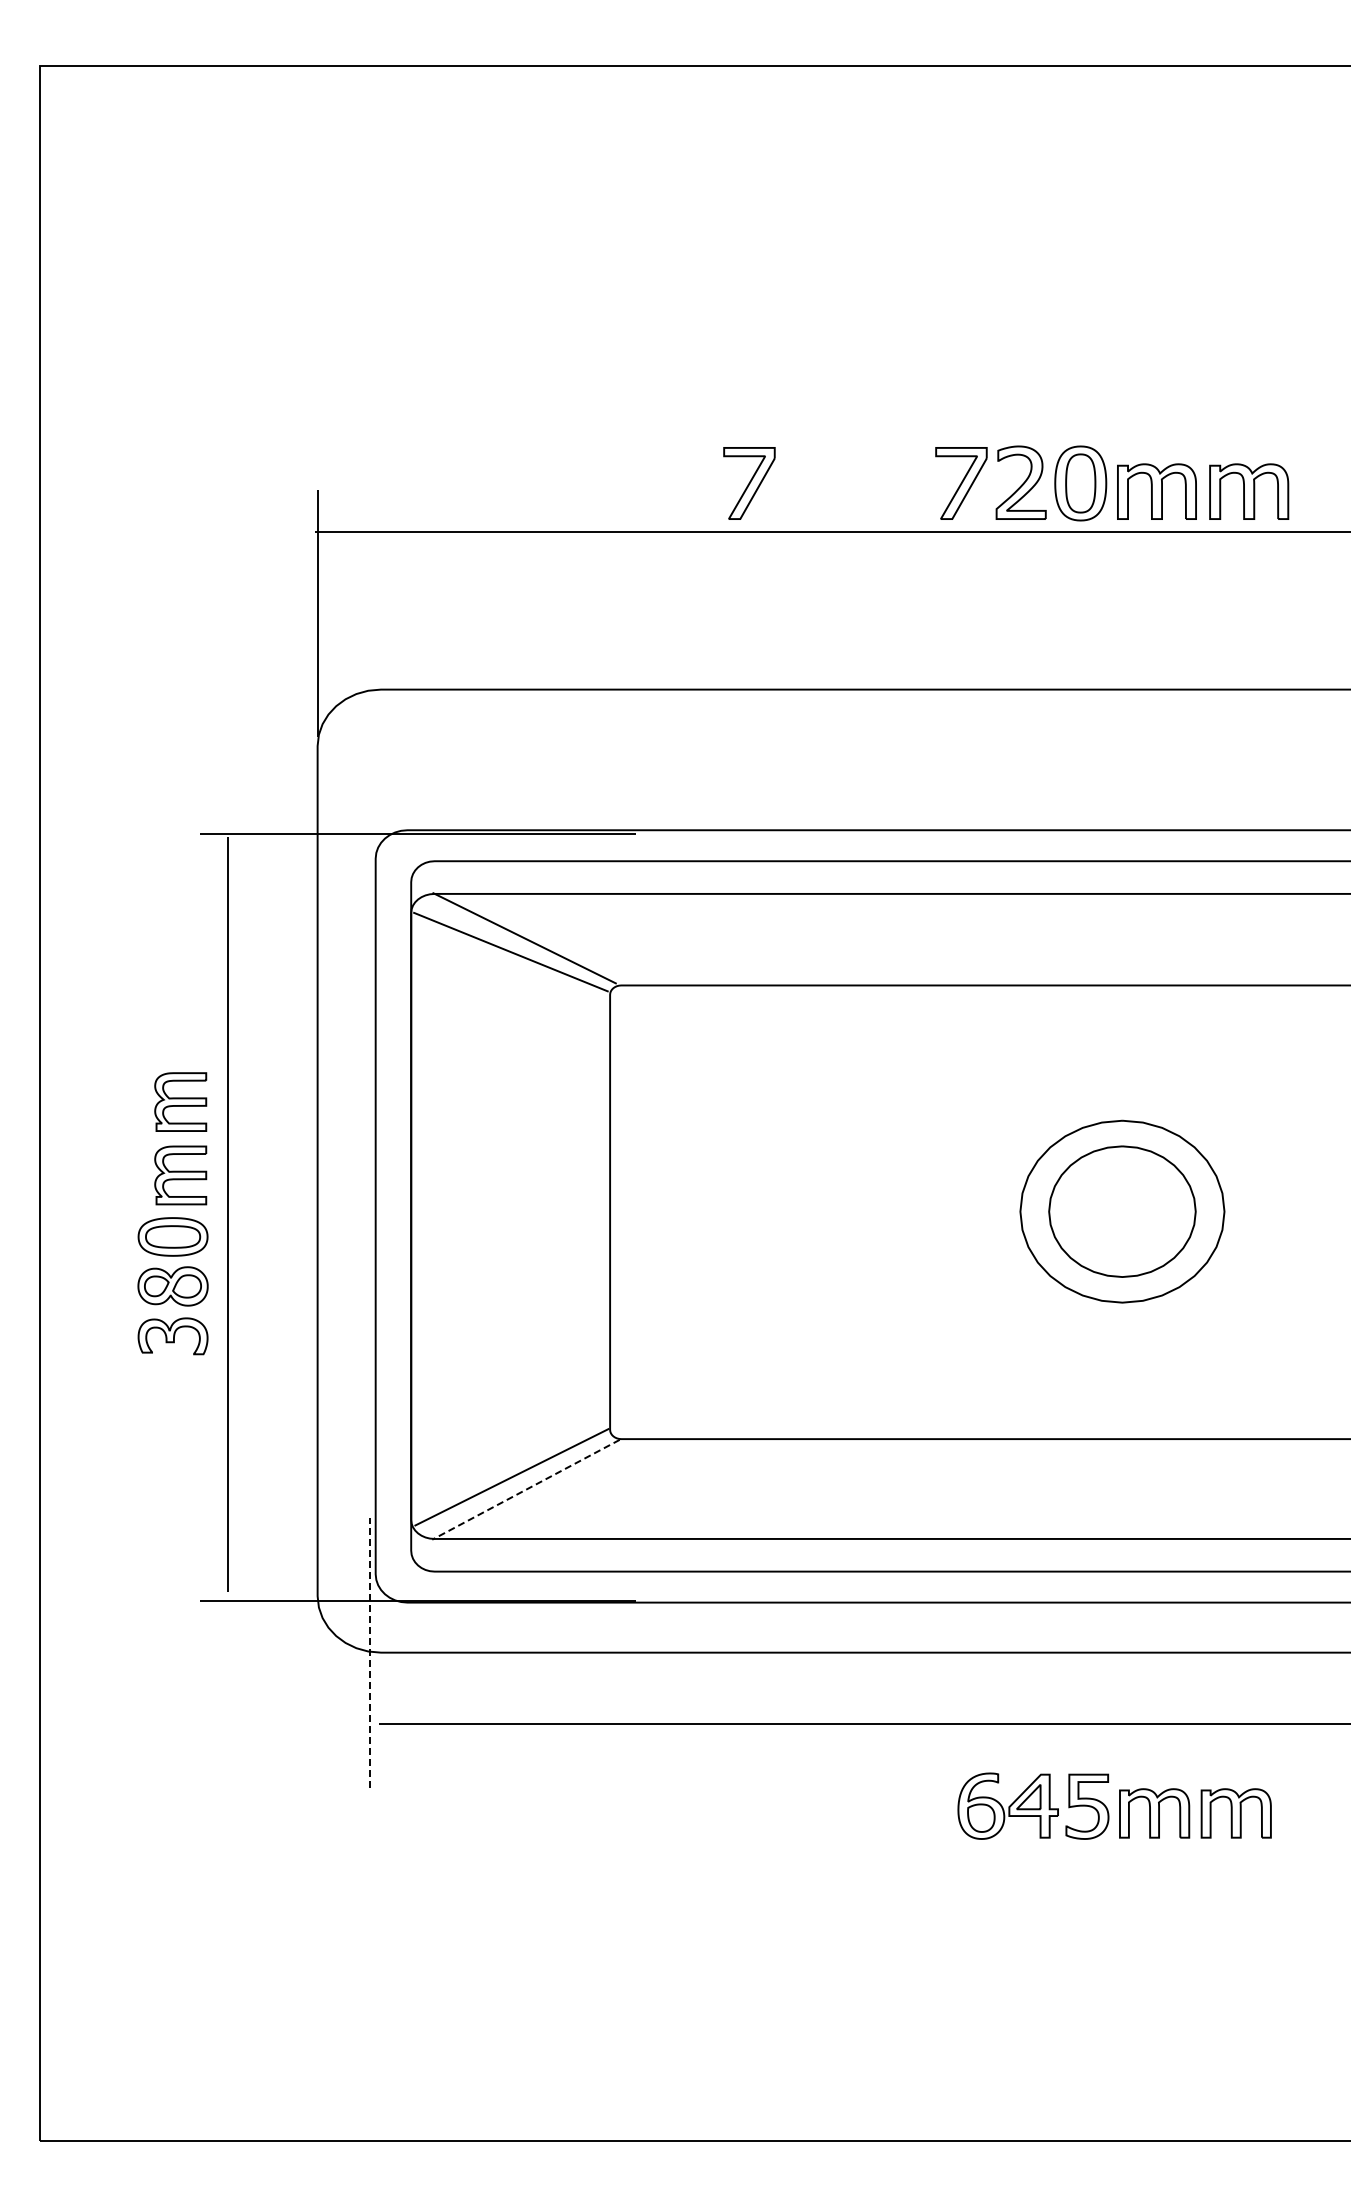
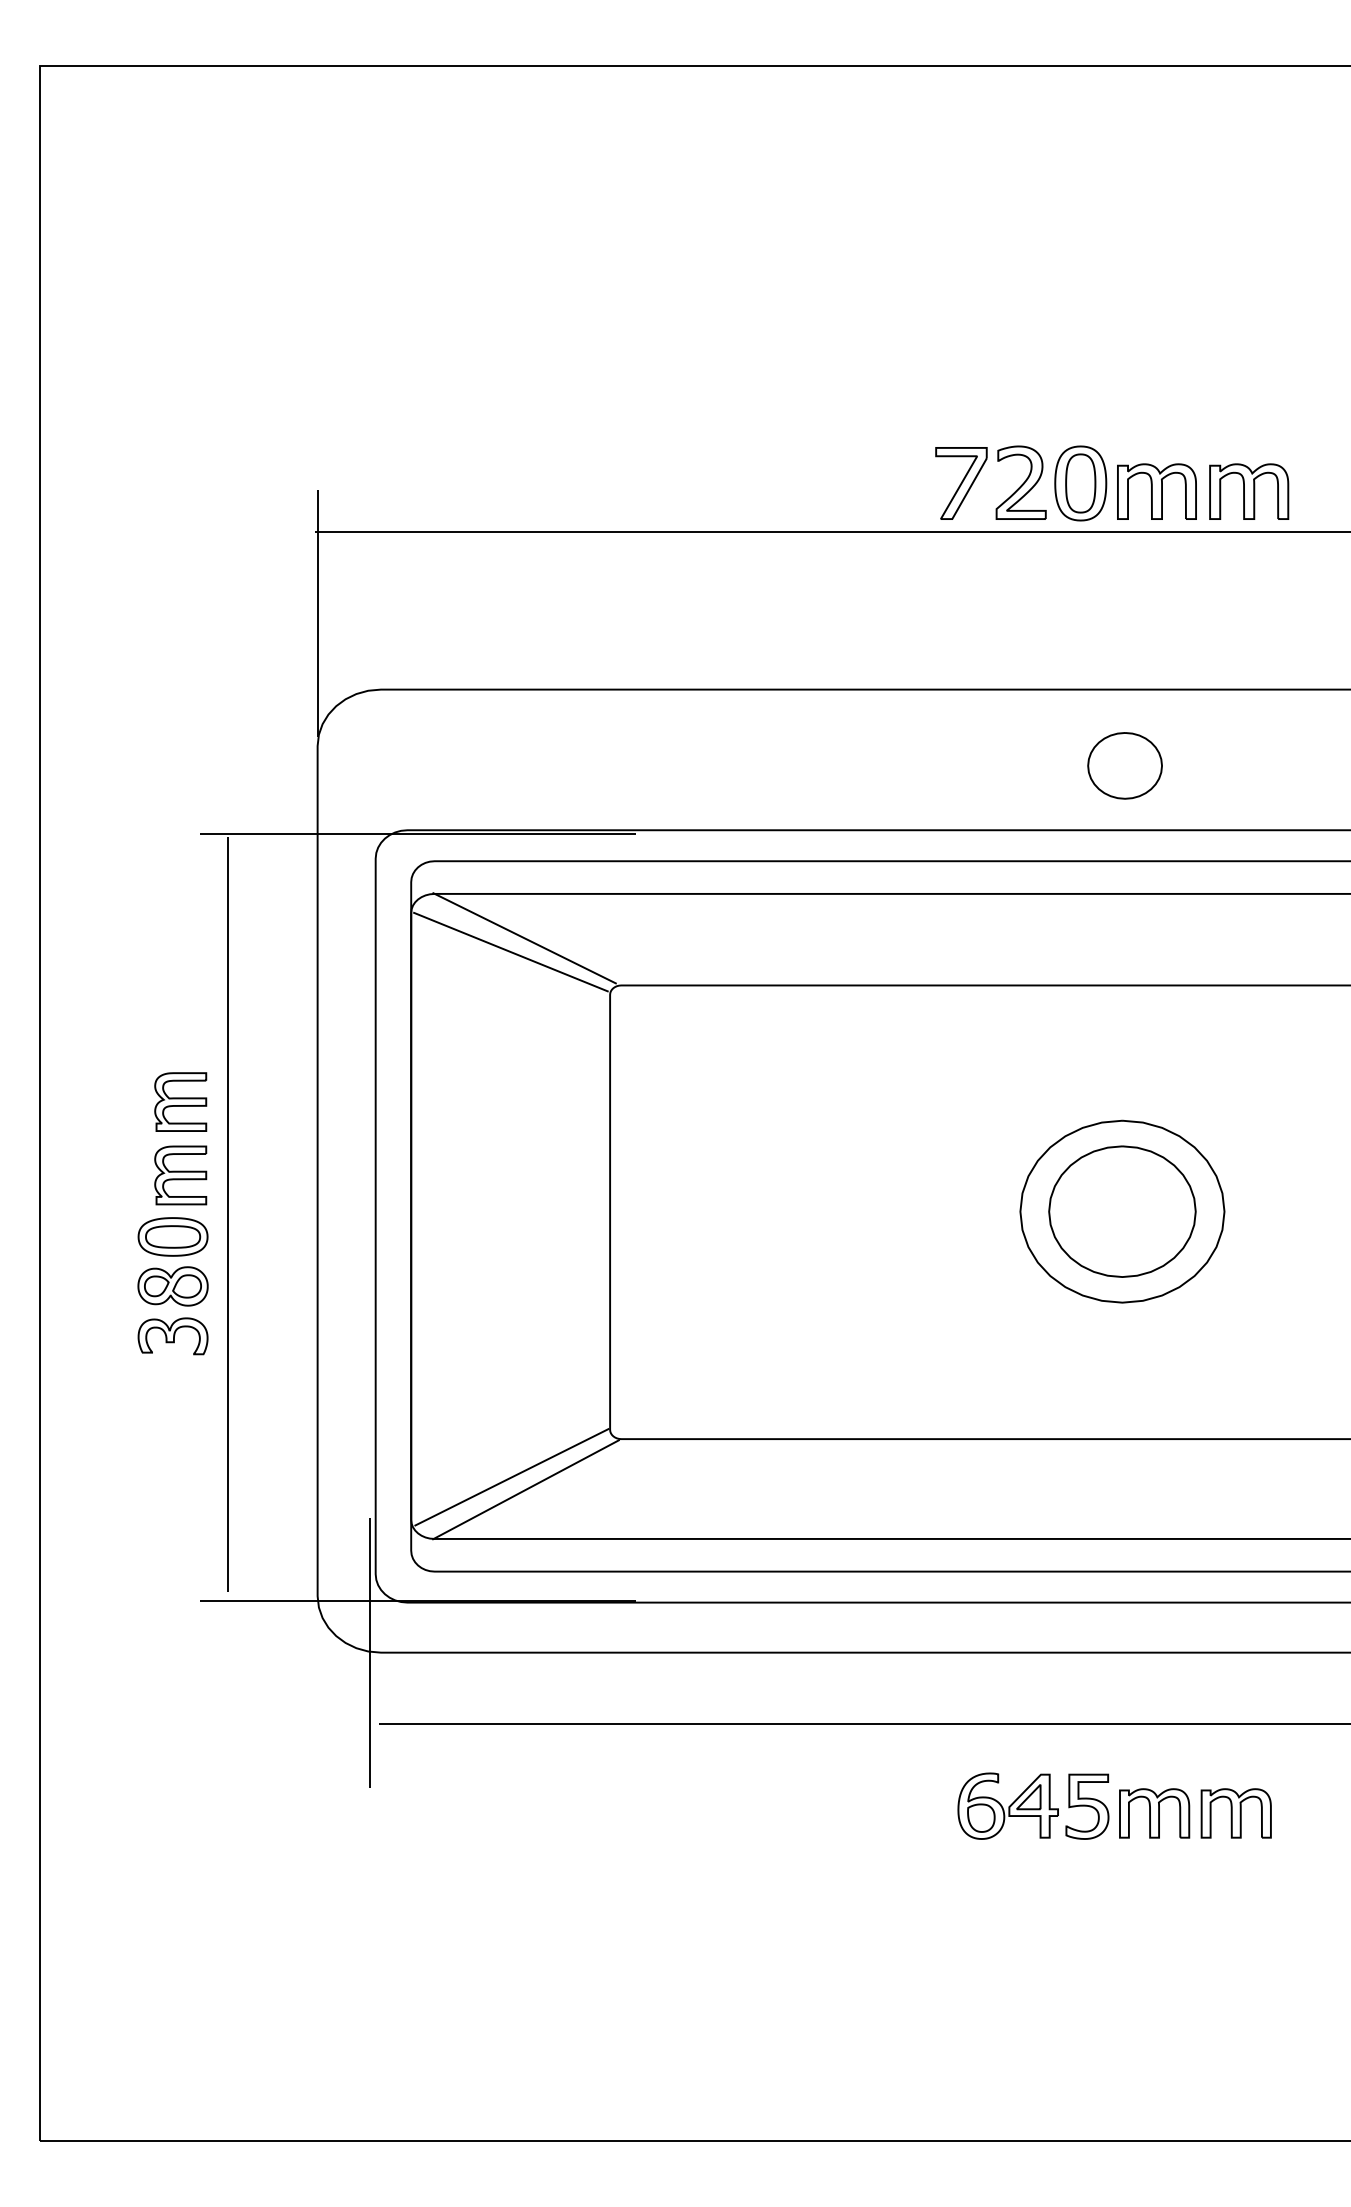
part at (749, 483): present -> none
part at (1124, 765): none -> present
line at (525, 1490): dashed -> solid
line at (369, 1652): dashed -> solid
